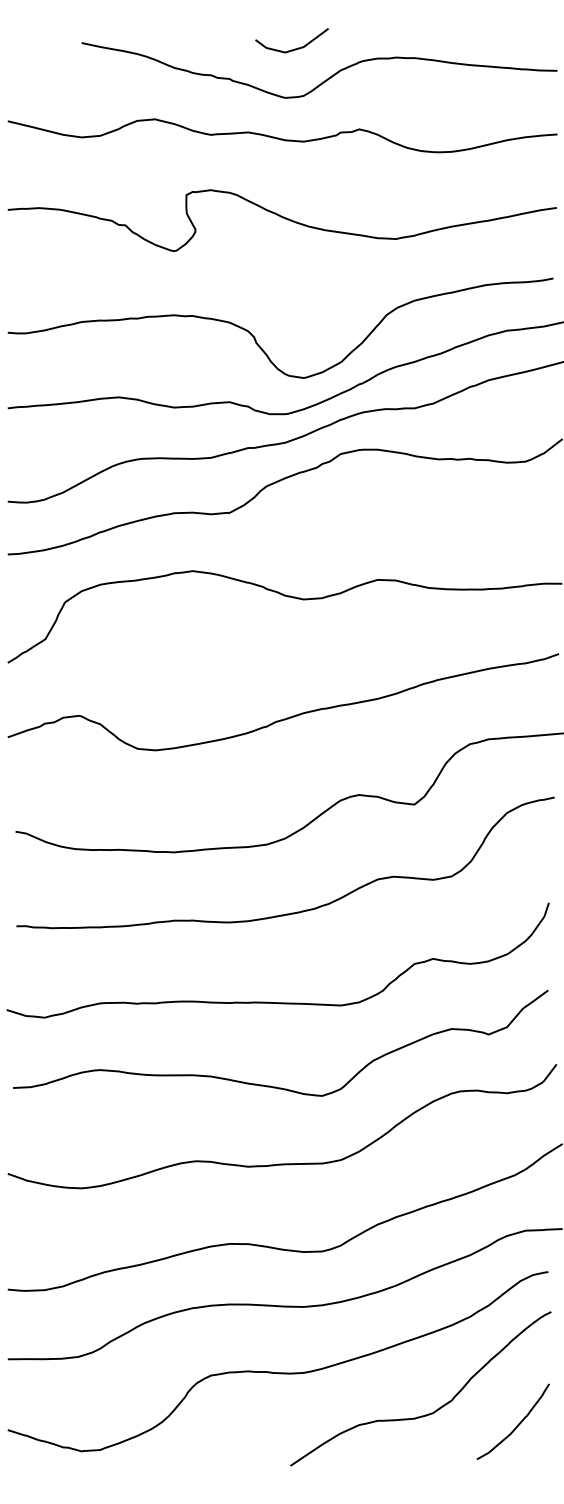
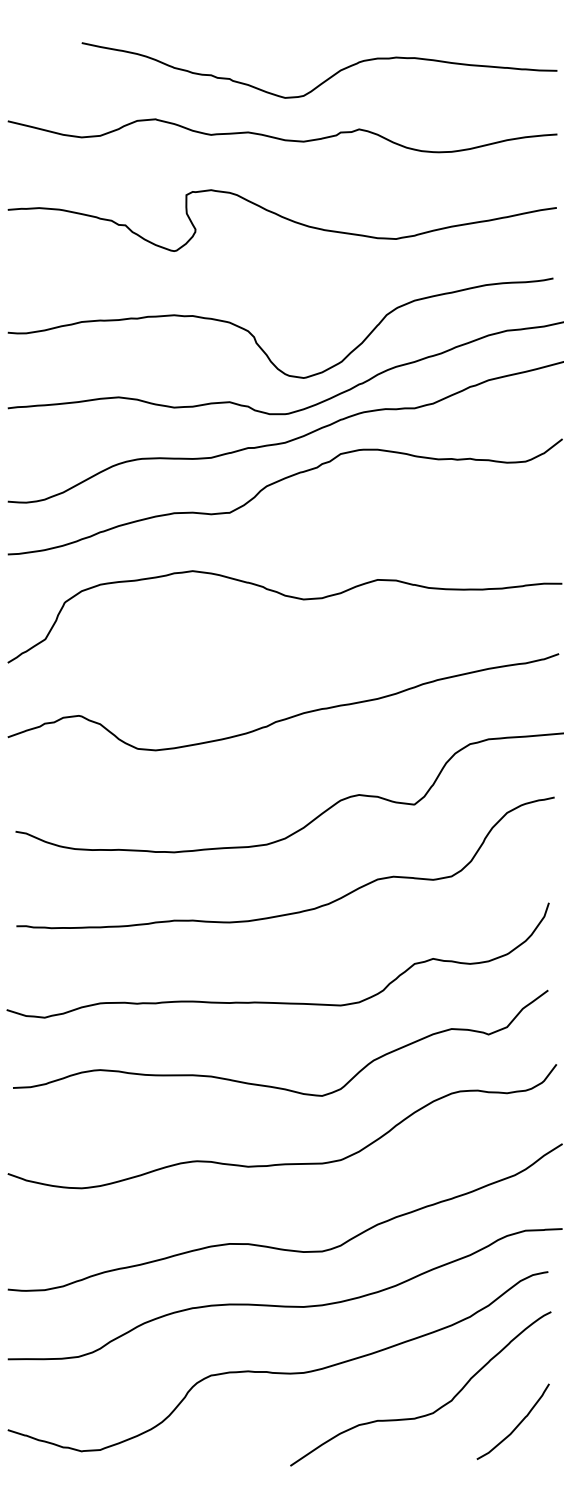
curve at (294, 48): present -> none
